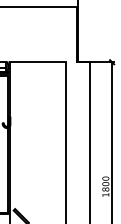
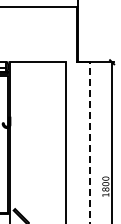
line at (89, 142): solid -> dashed
